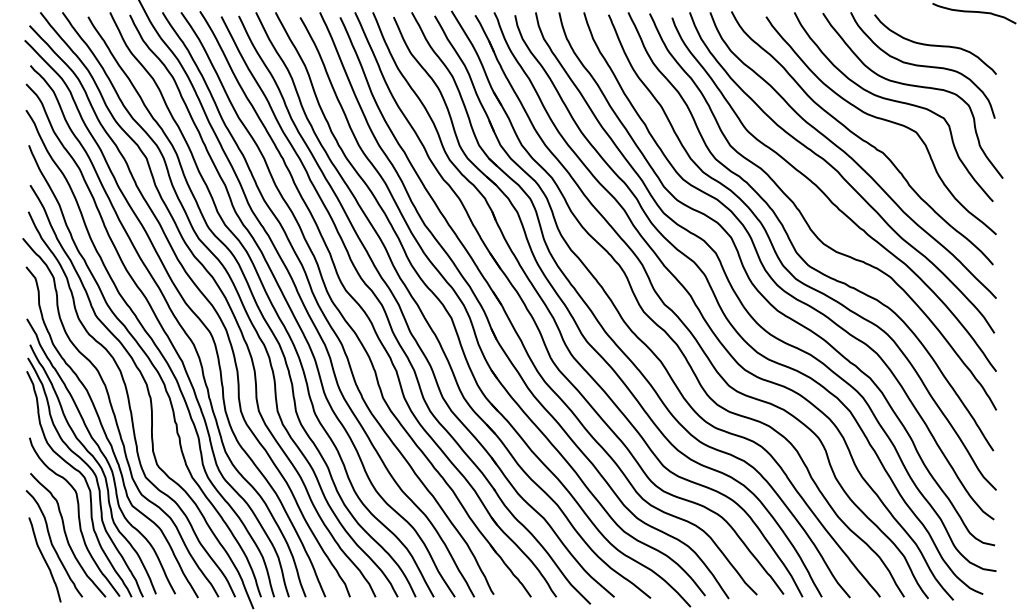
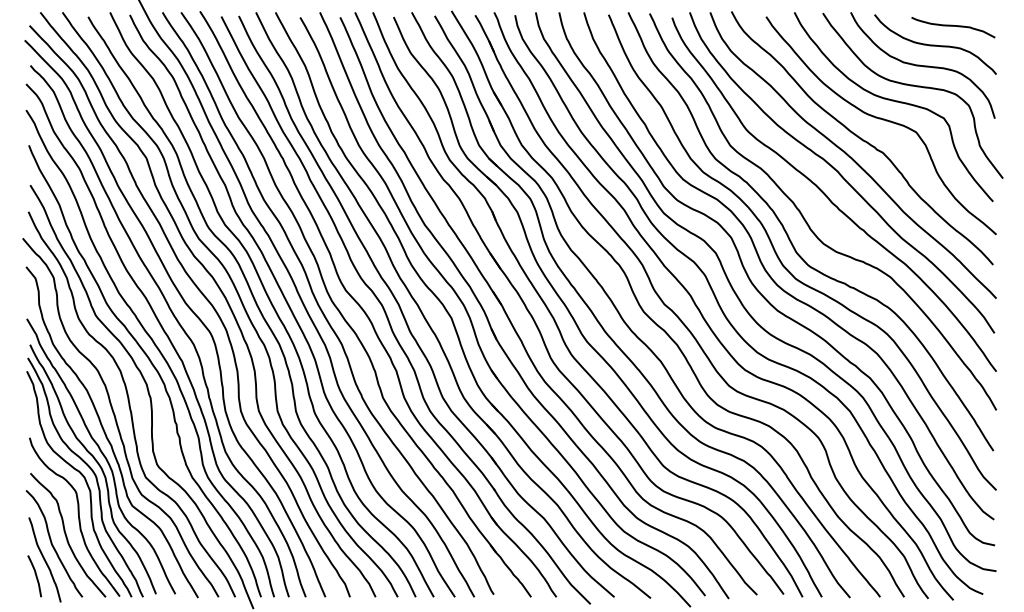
curve at (974, 12) position: (974, 12) -> (953, 26)
curve at (35, 576): none -> present
